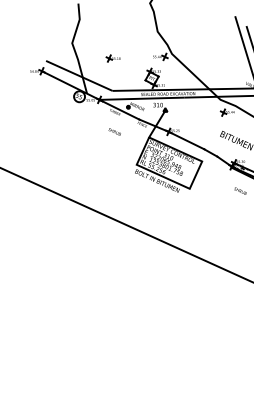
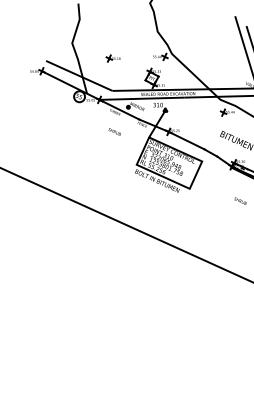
text at (240, 190) position: (240, 190) -> (240, 200)
